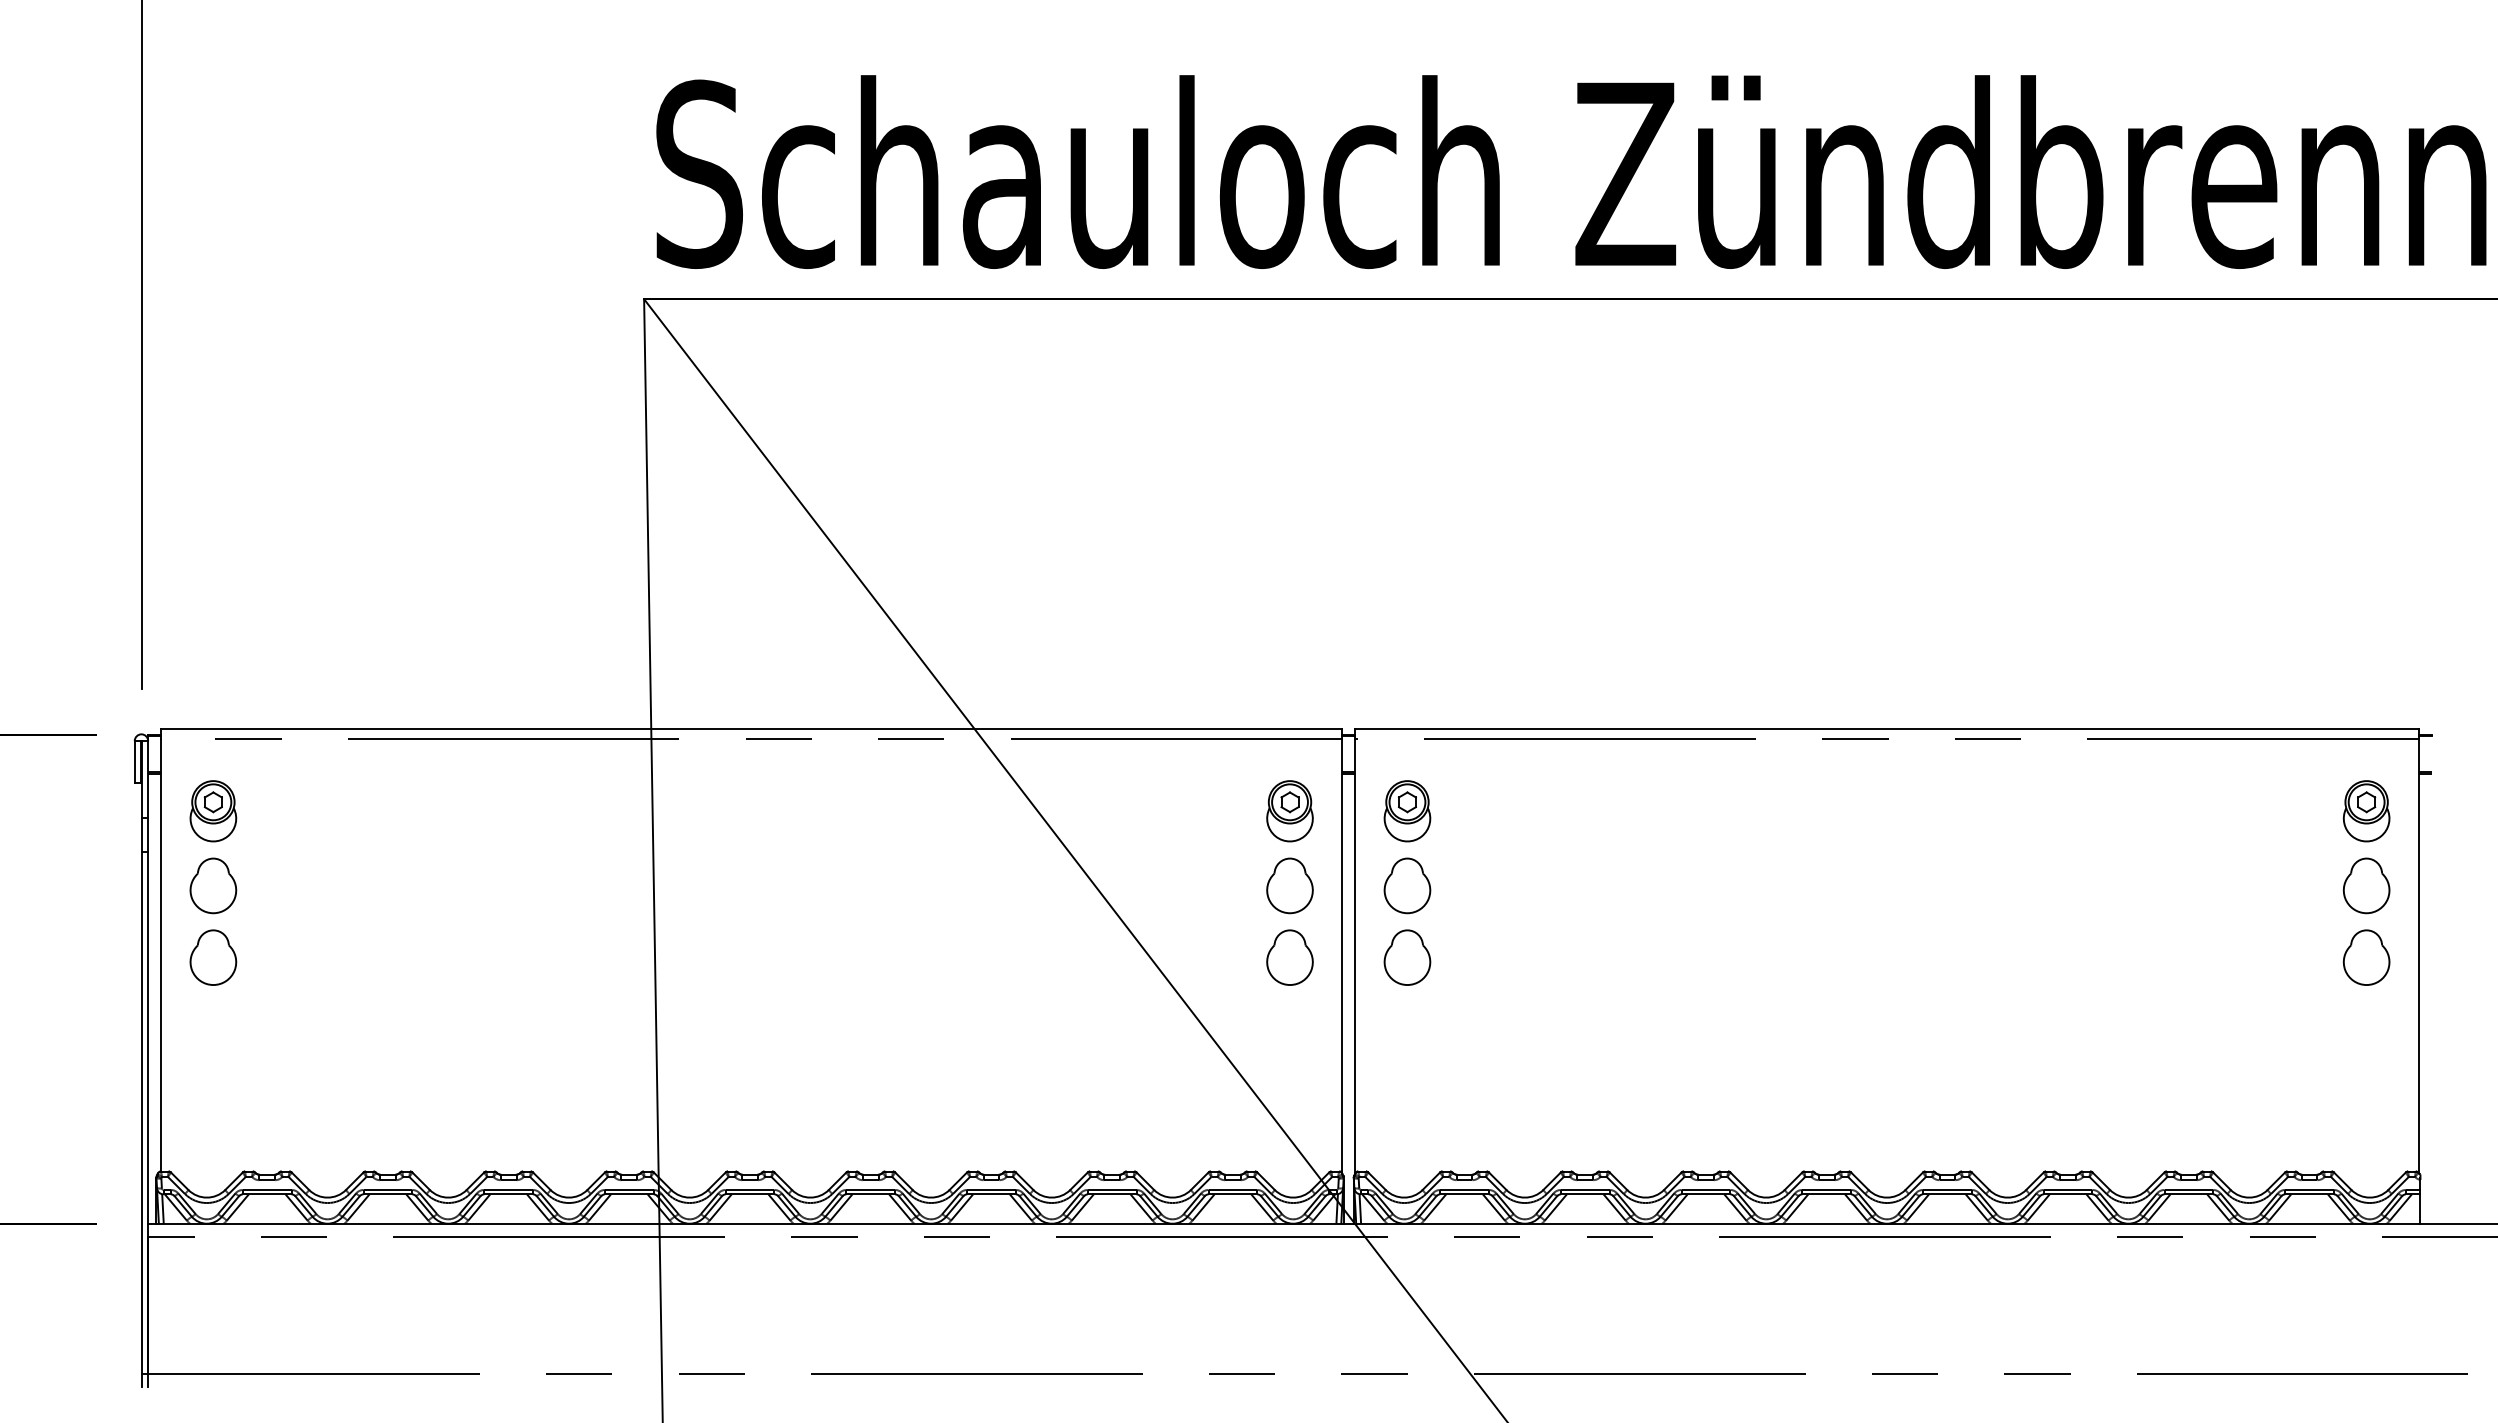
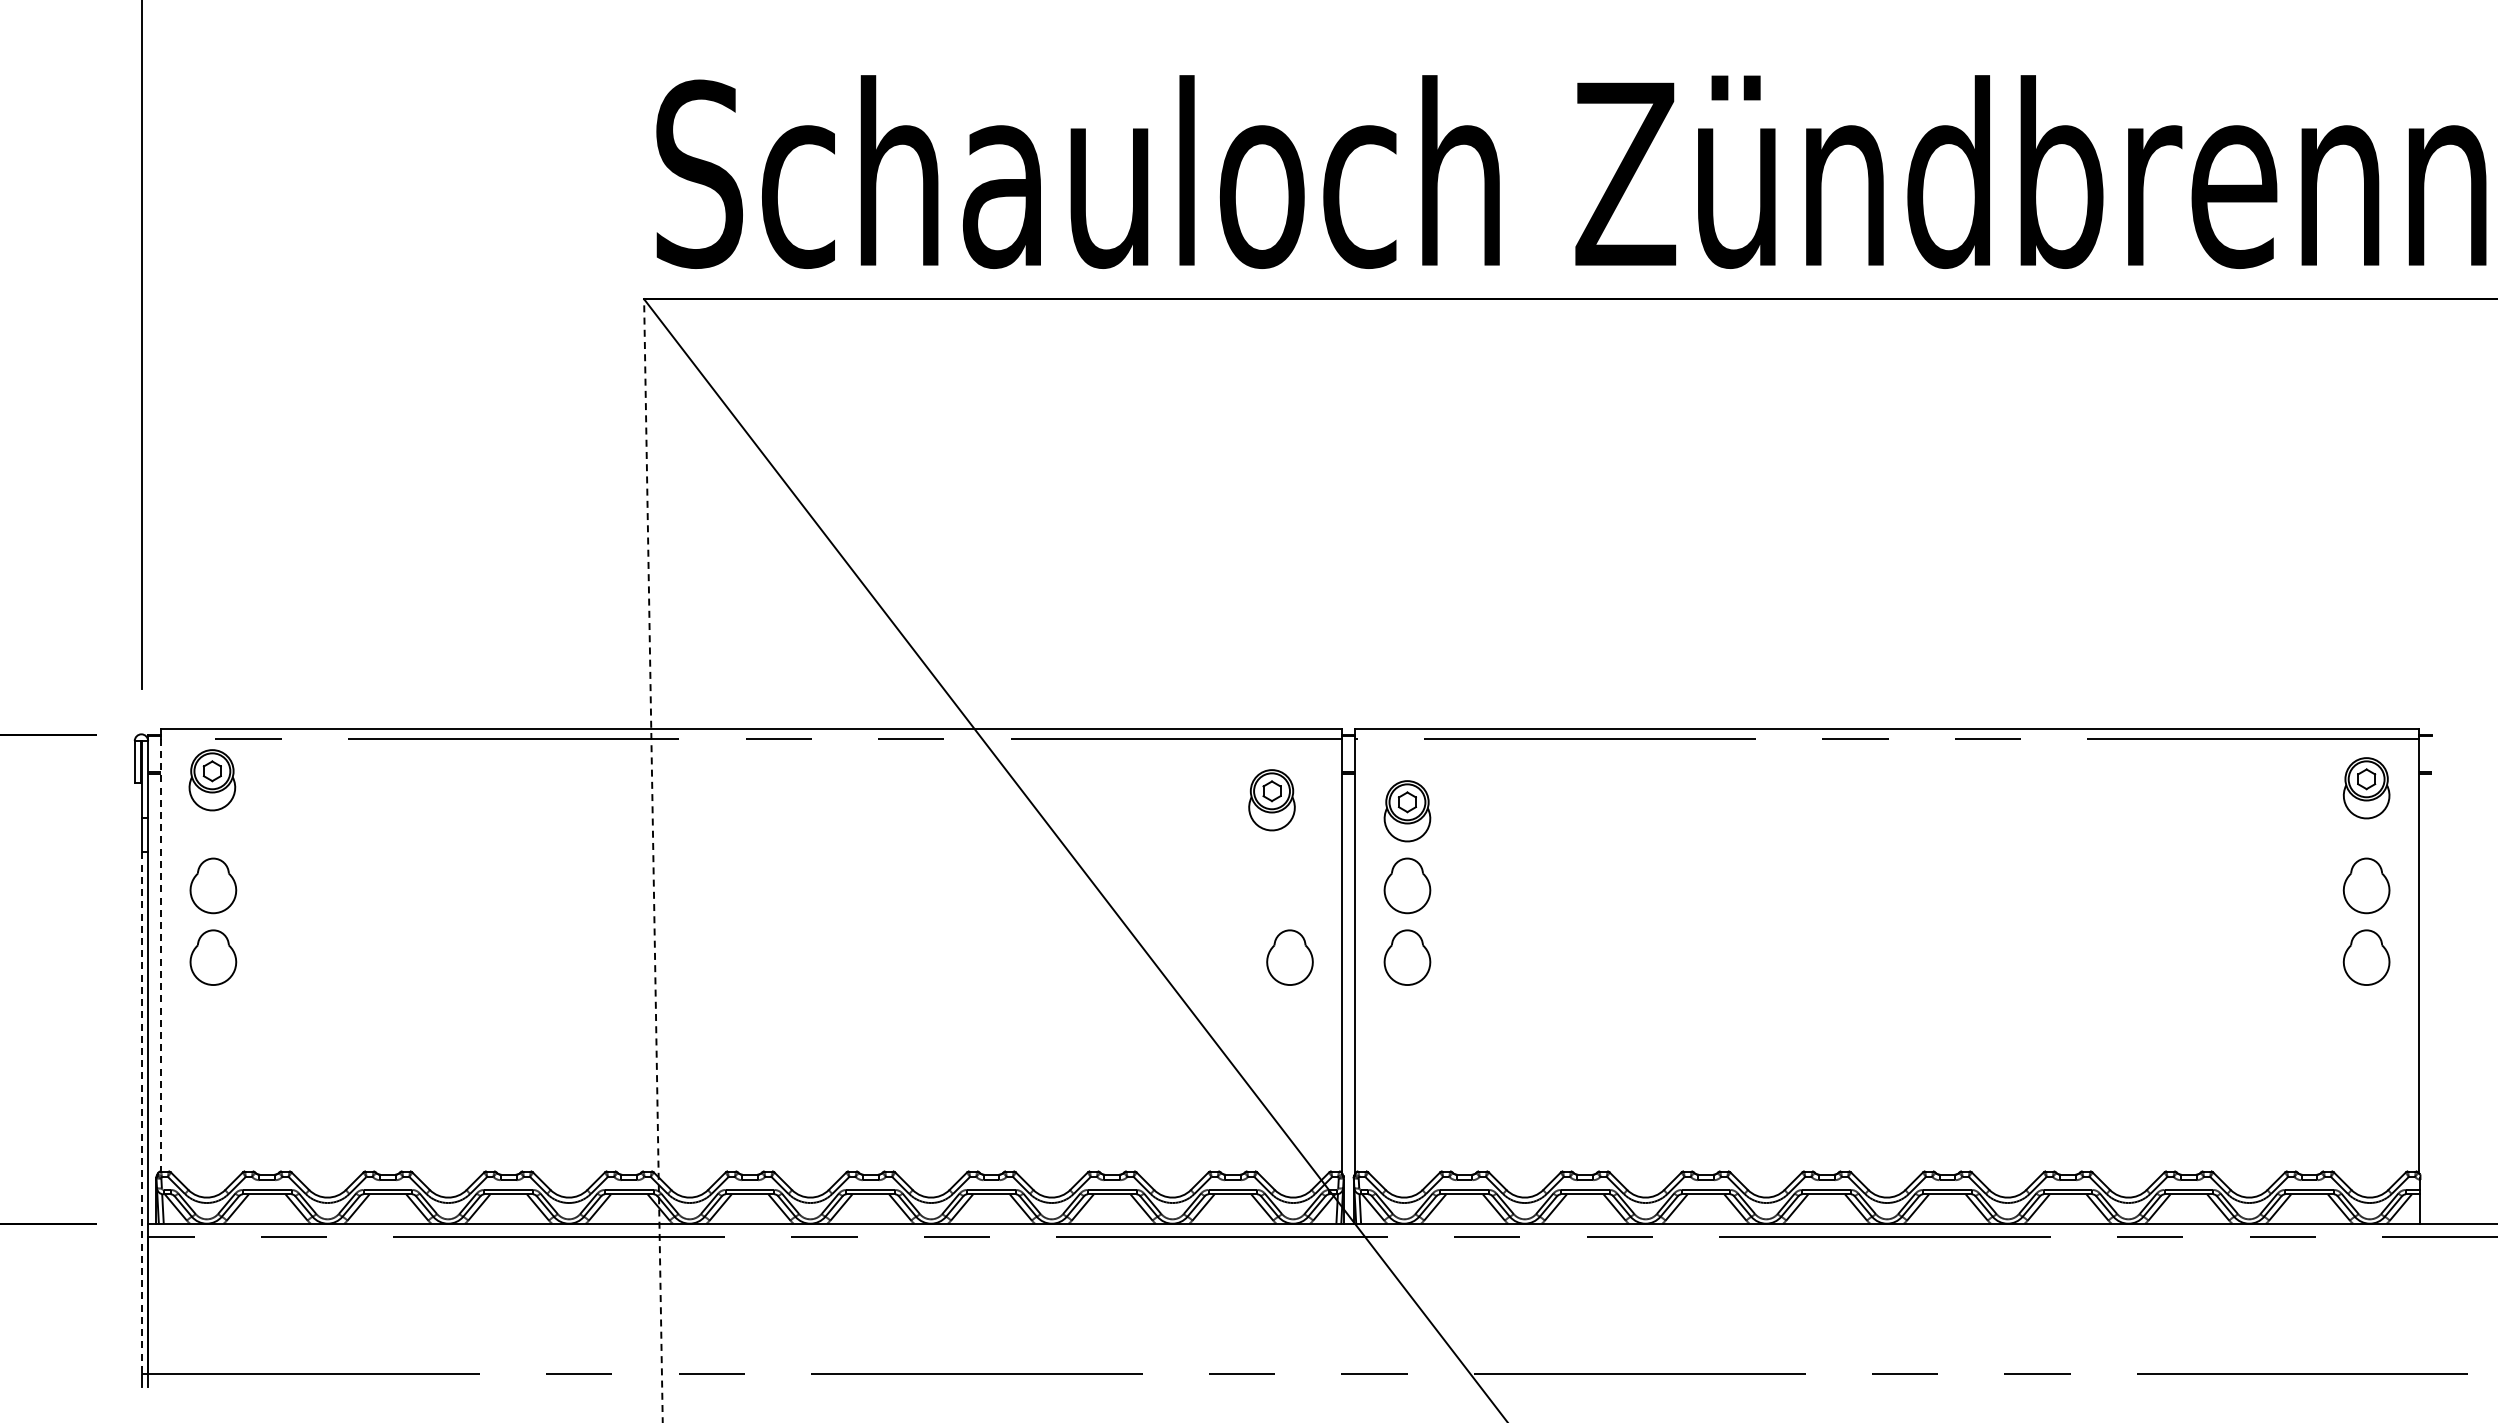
part at (213, 811) position: (213, 811) -> (212, 780)
part at (1289, 811) position: (1289, 811) -> (1271, 800)
part at (2366, 811) position: (2366, 811) -> (2366, 788)
line at (653, 860): solid -> dashed
part at (1289, 885): present -> none
line at (161, 955): solid -> dashed
line at (141, 1113): solid -> dashed
